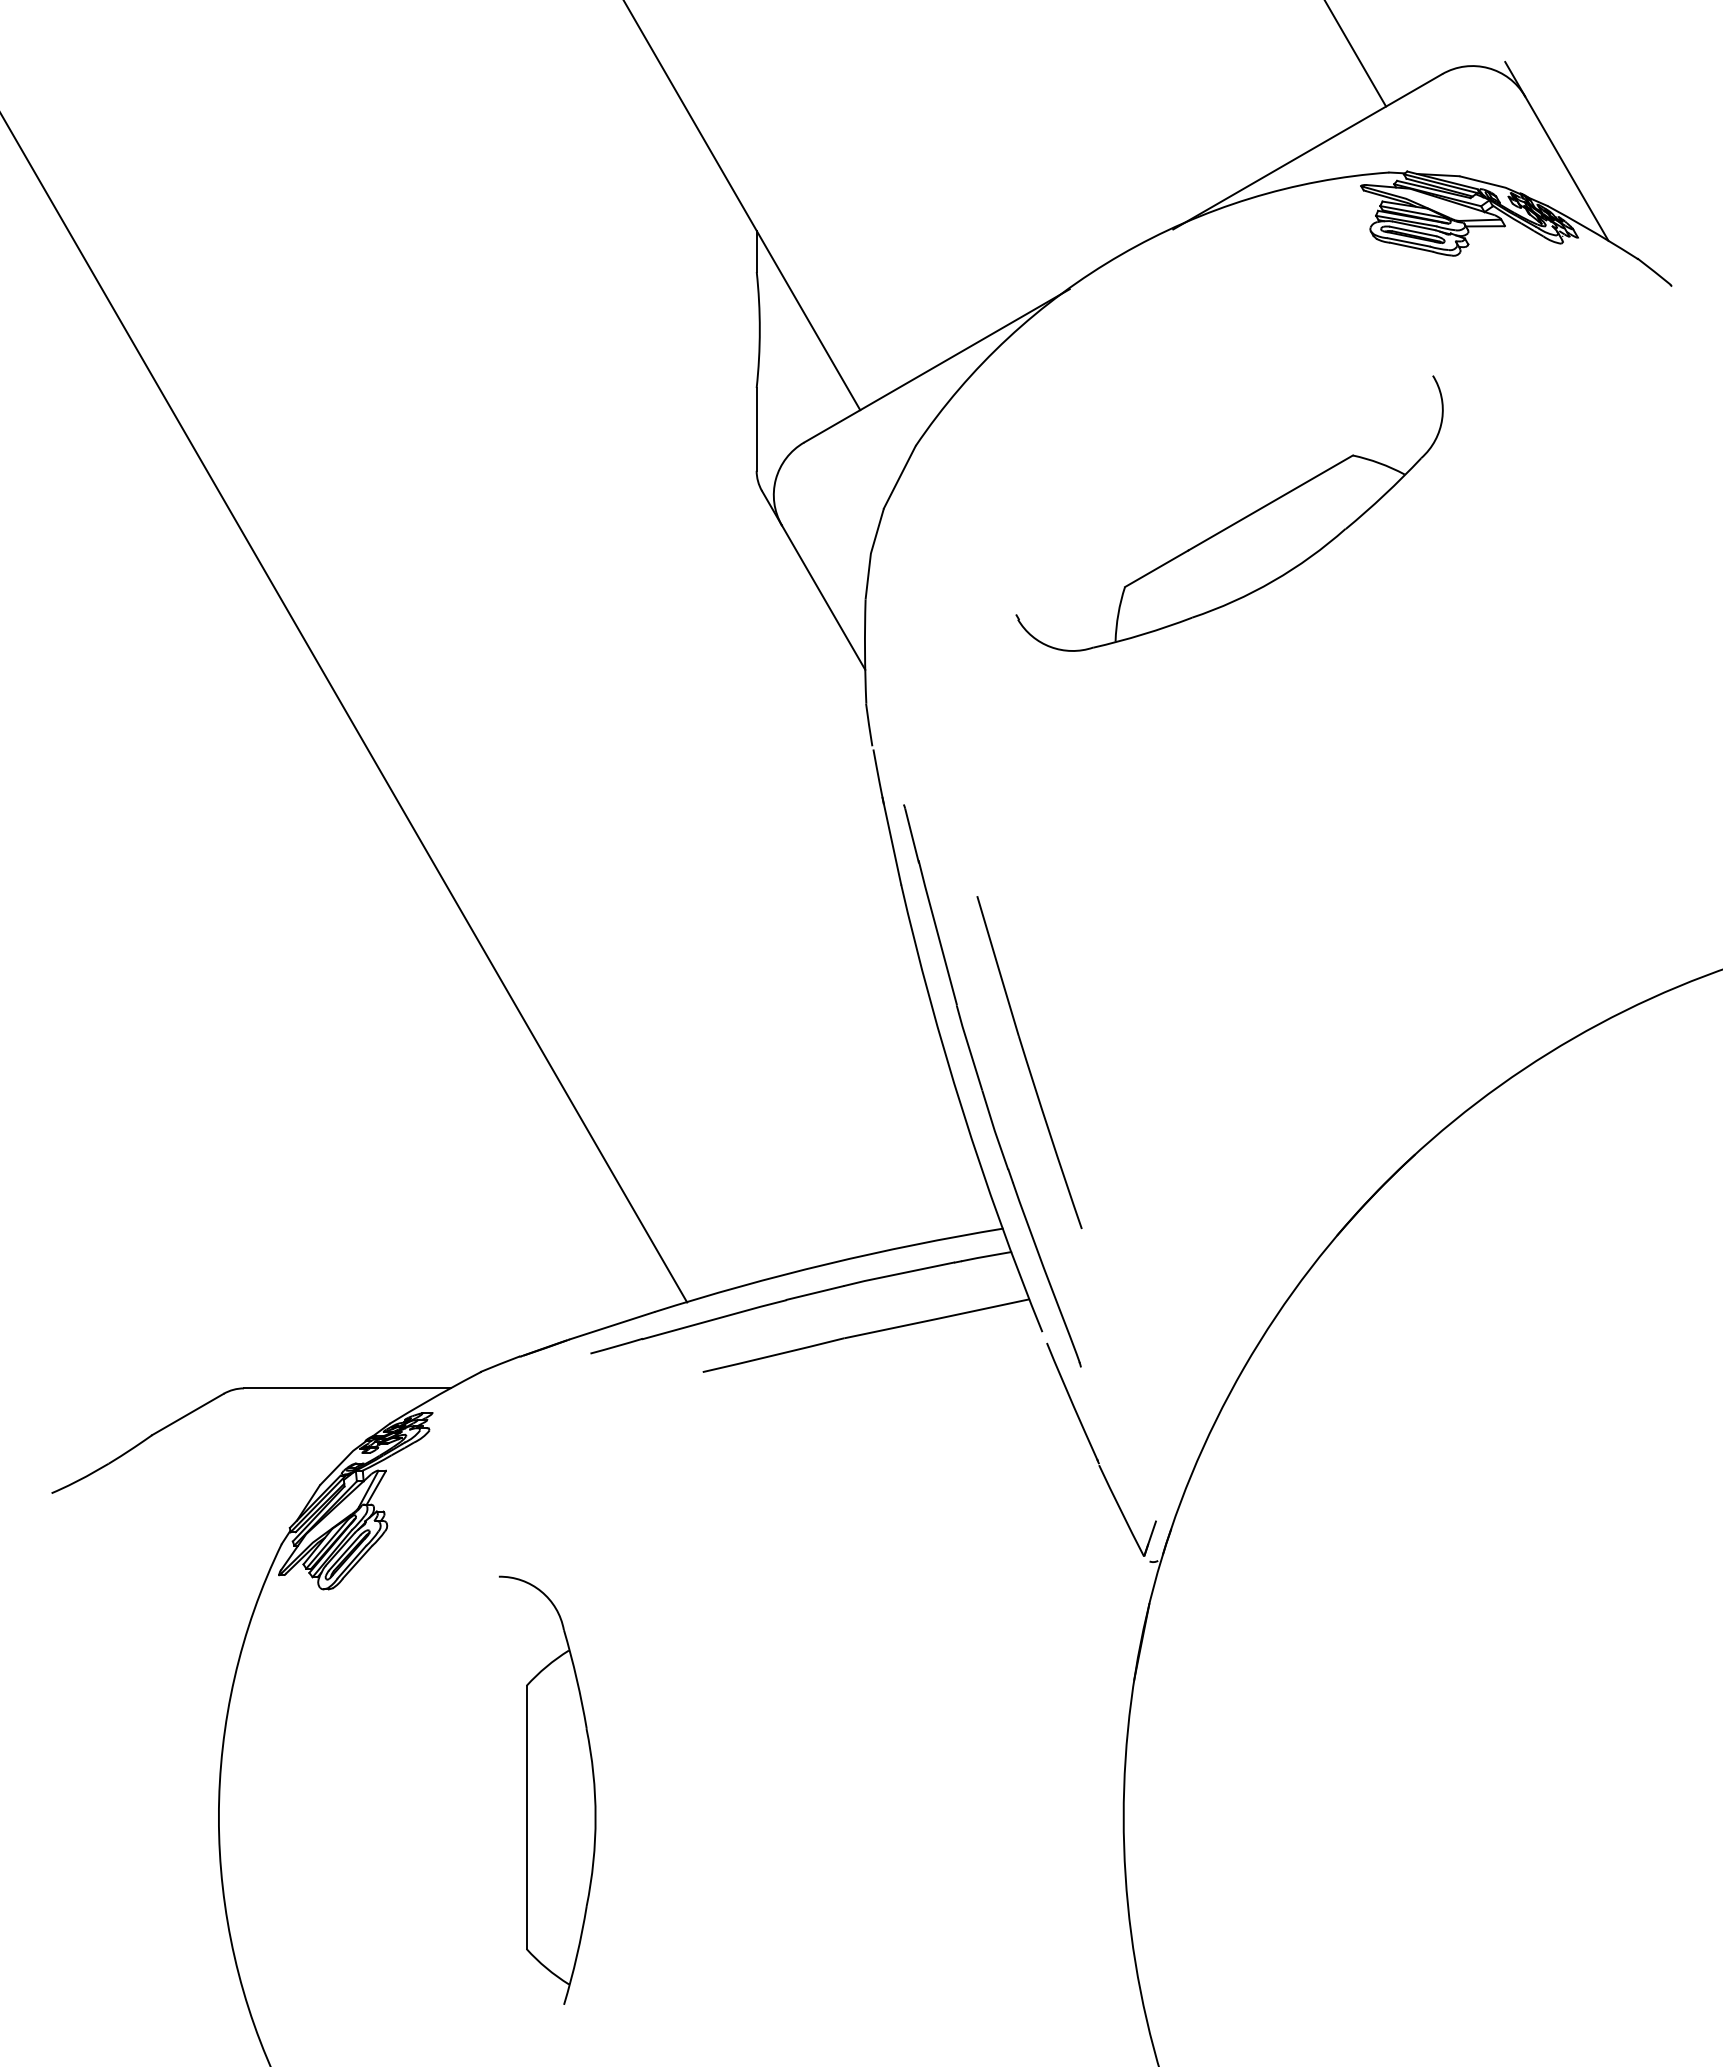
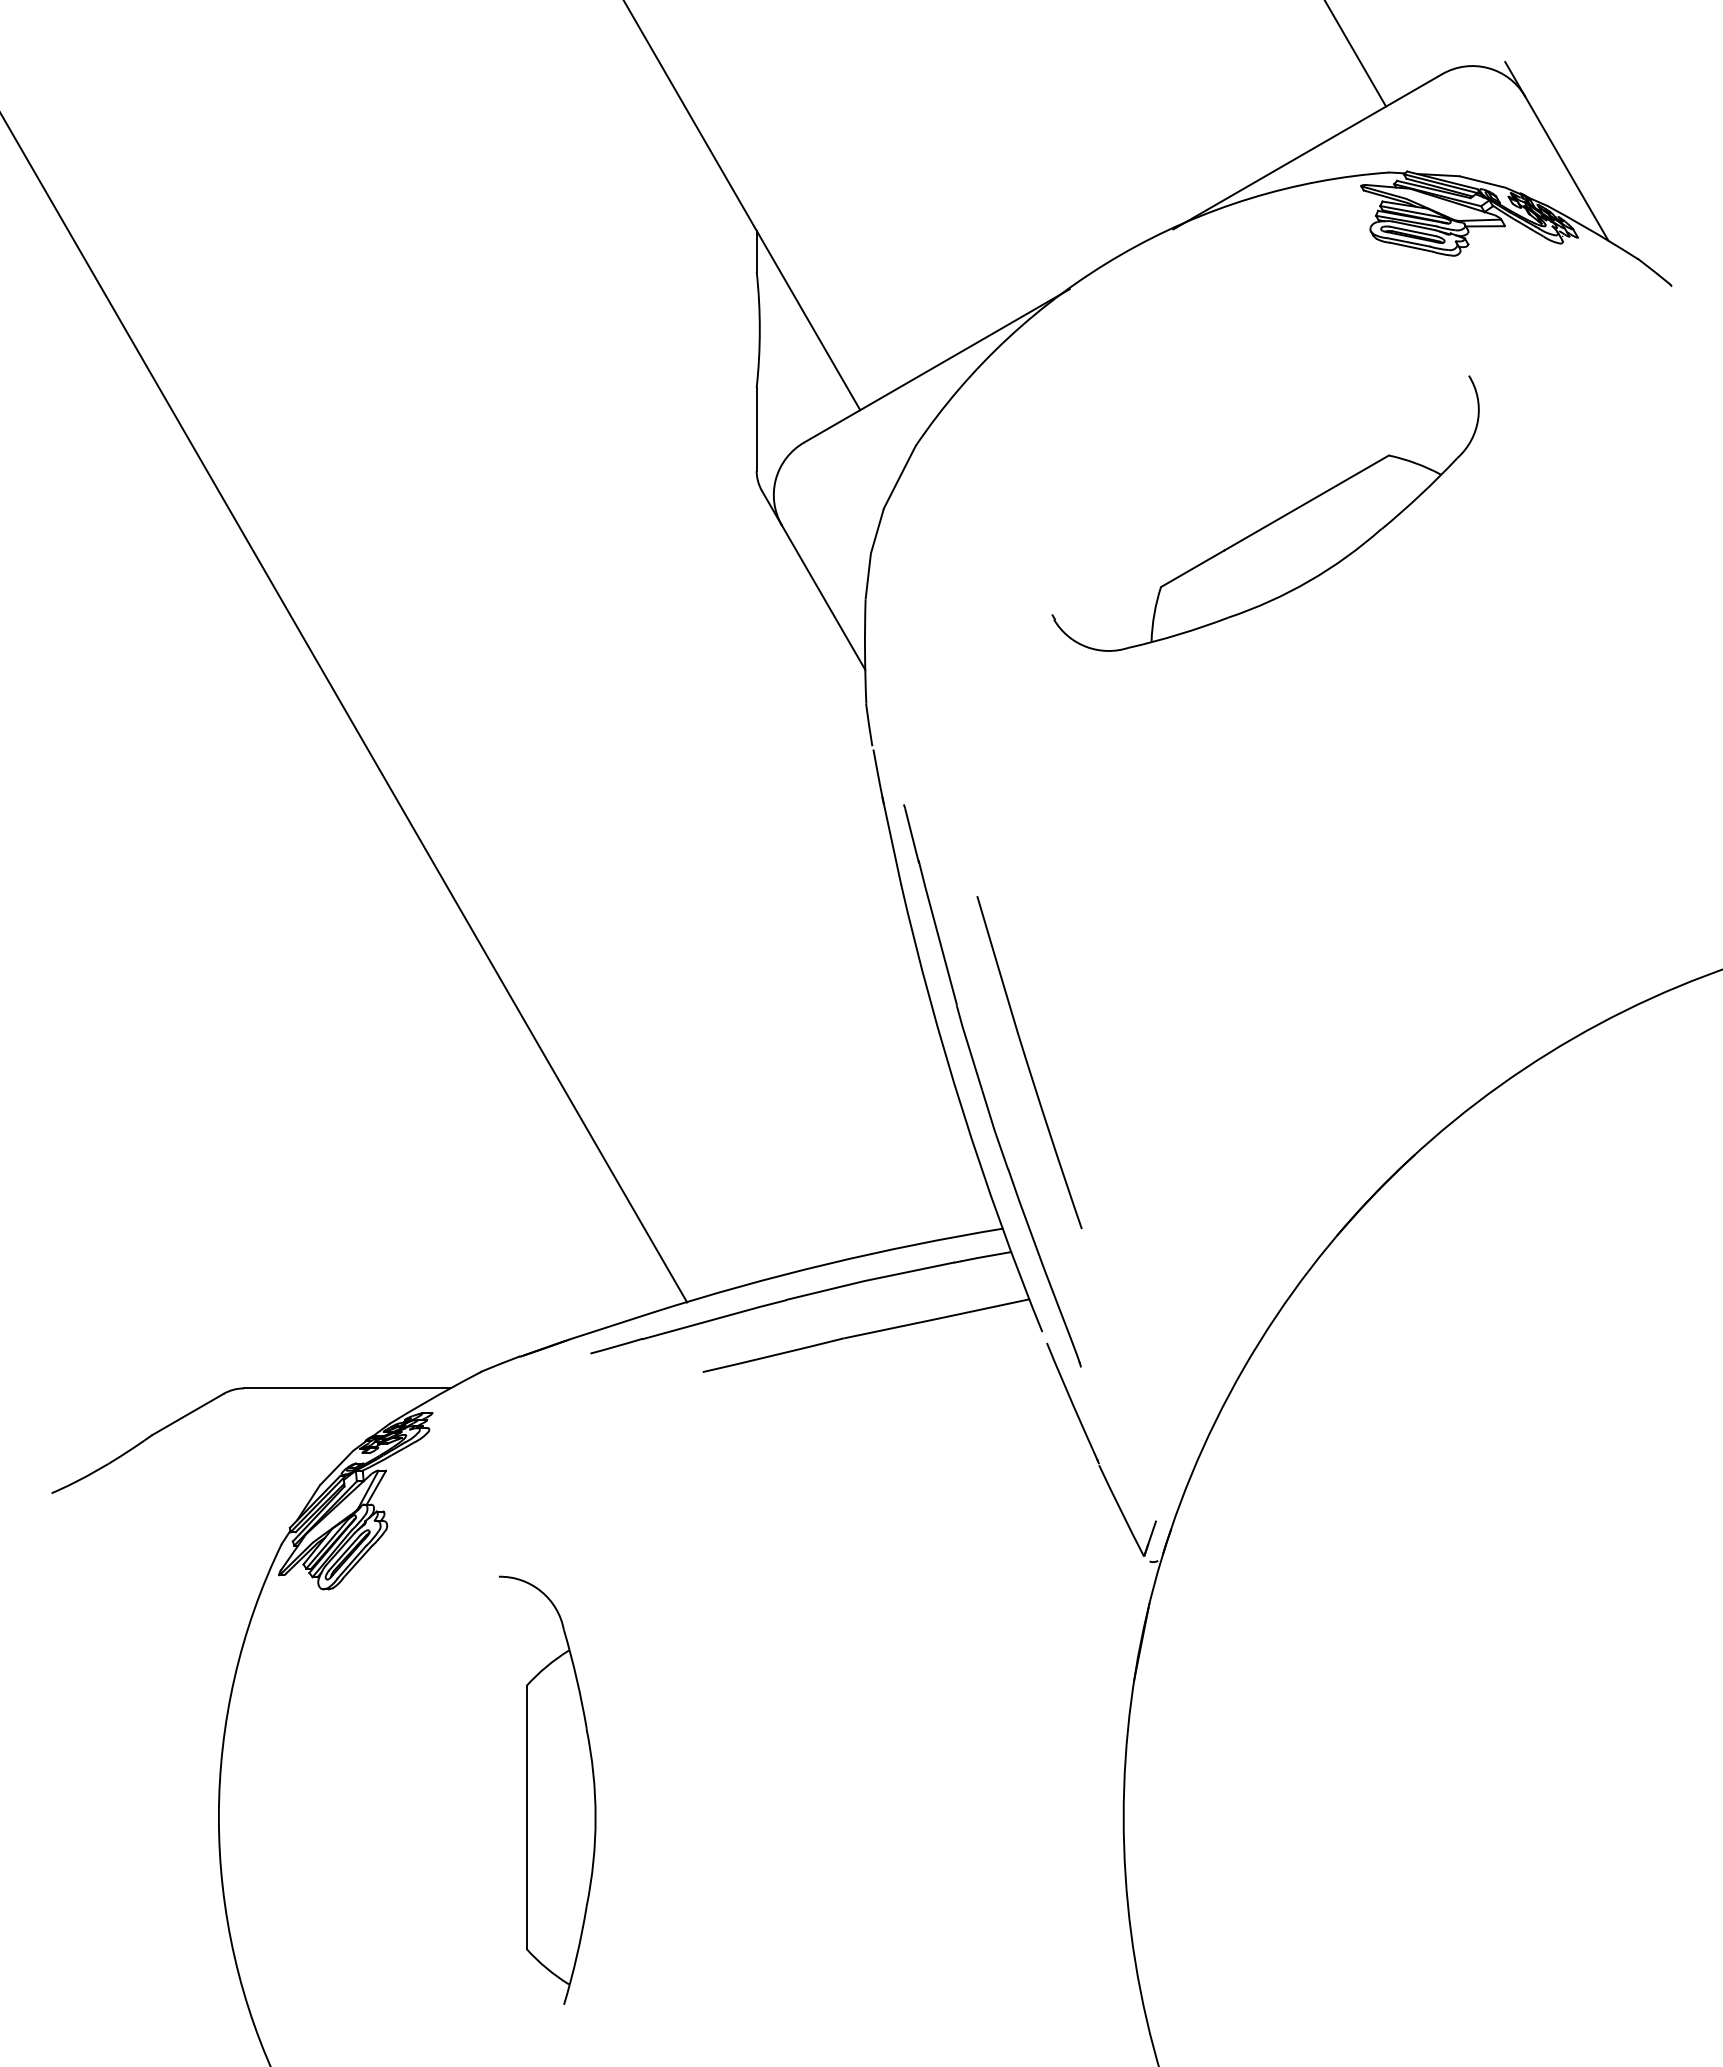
part at (1234, 522) position: (1234, 522) -> (1270, 522)
